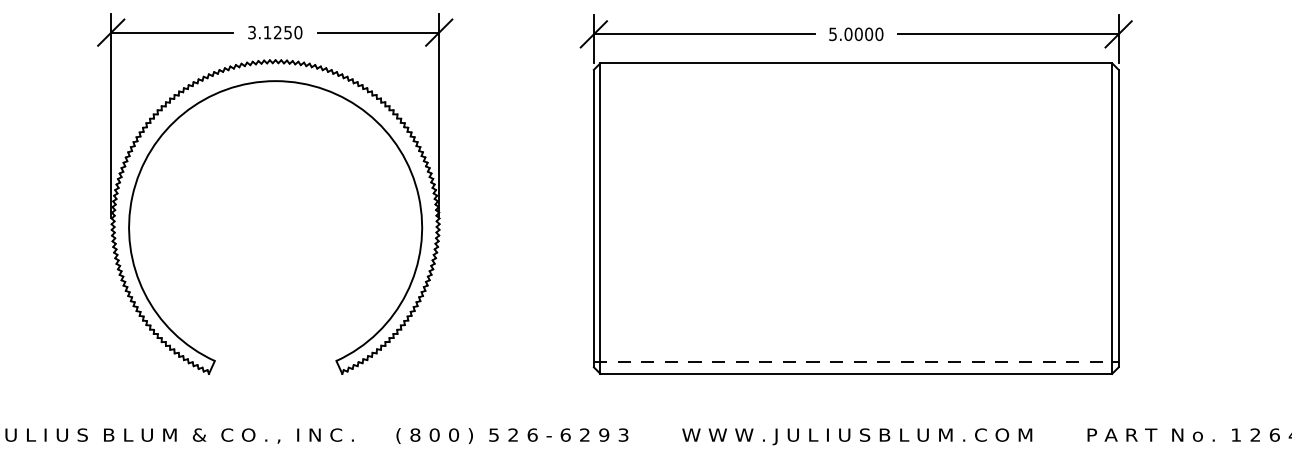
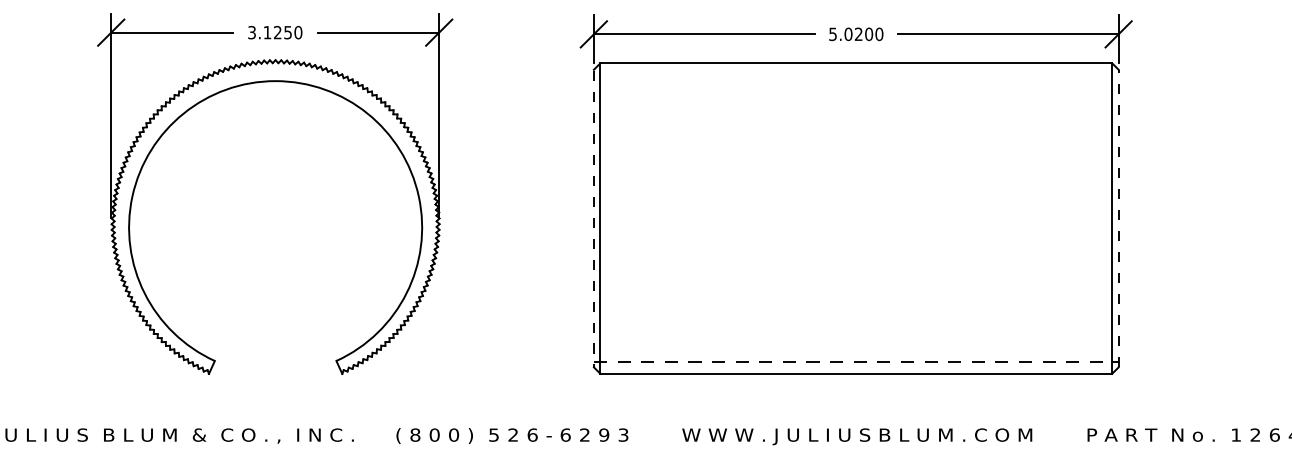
text at (858, 34): 5.0000 -> 5.0200
line at (1118, 218): solid -> dashed
line at (593, 219): solid -> dashed
